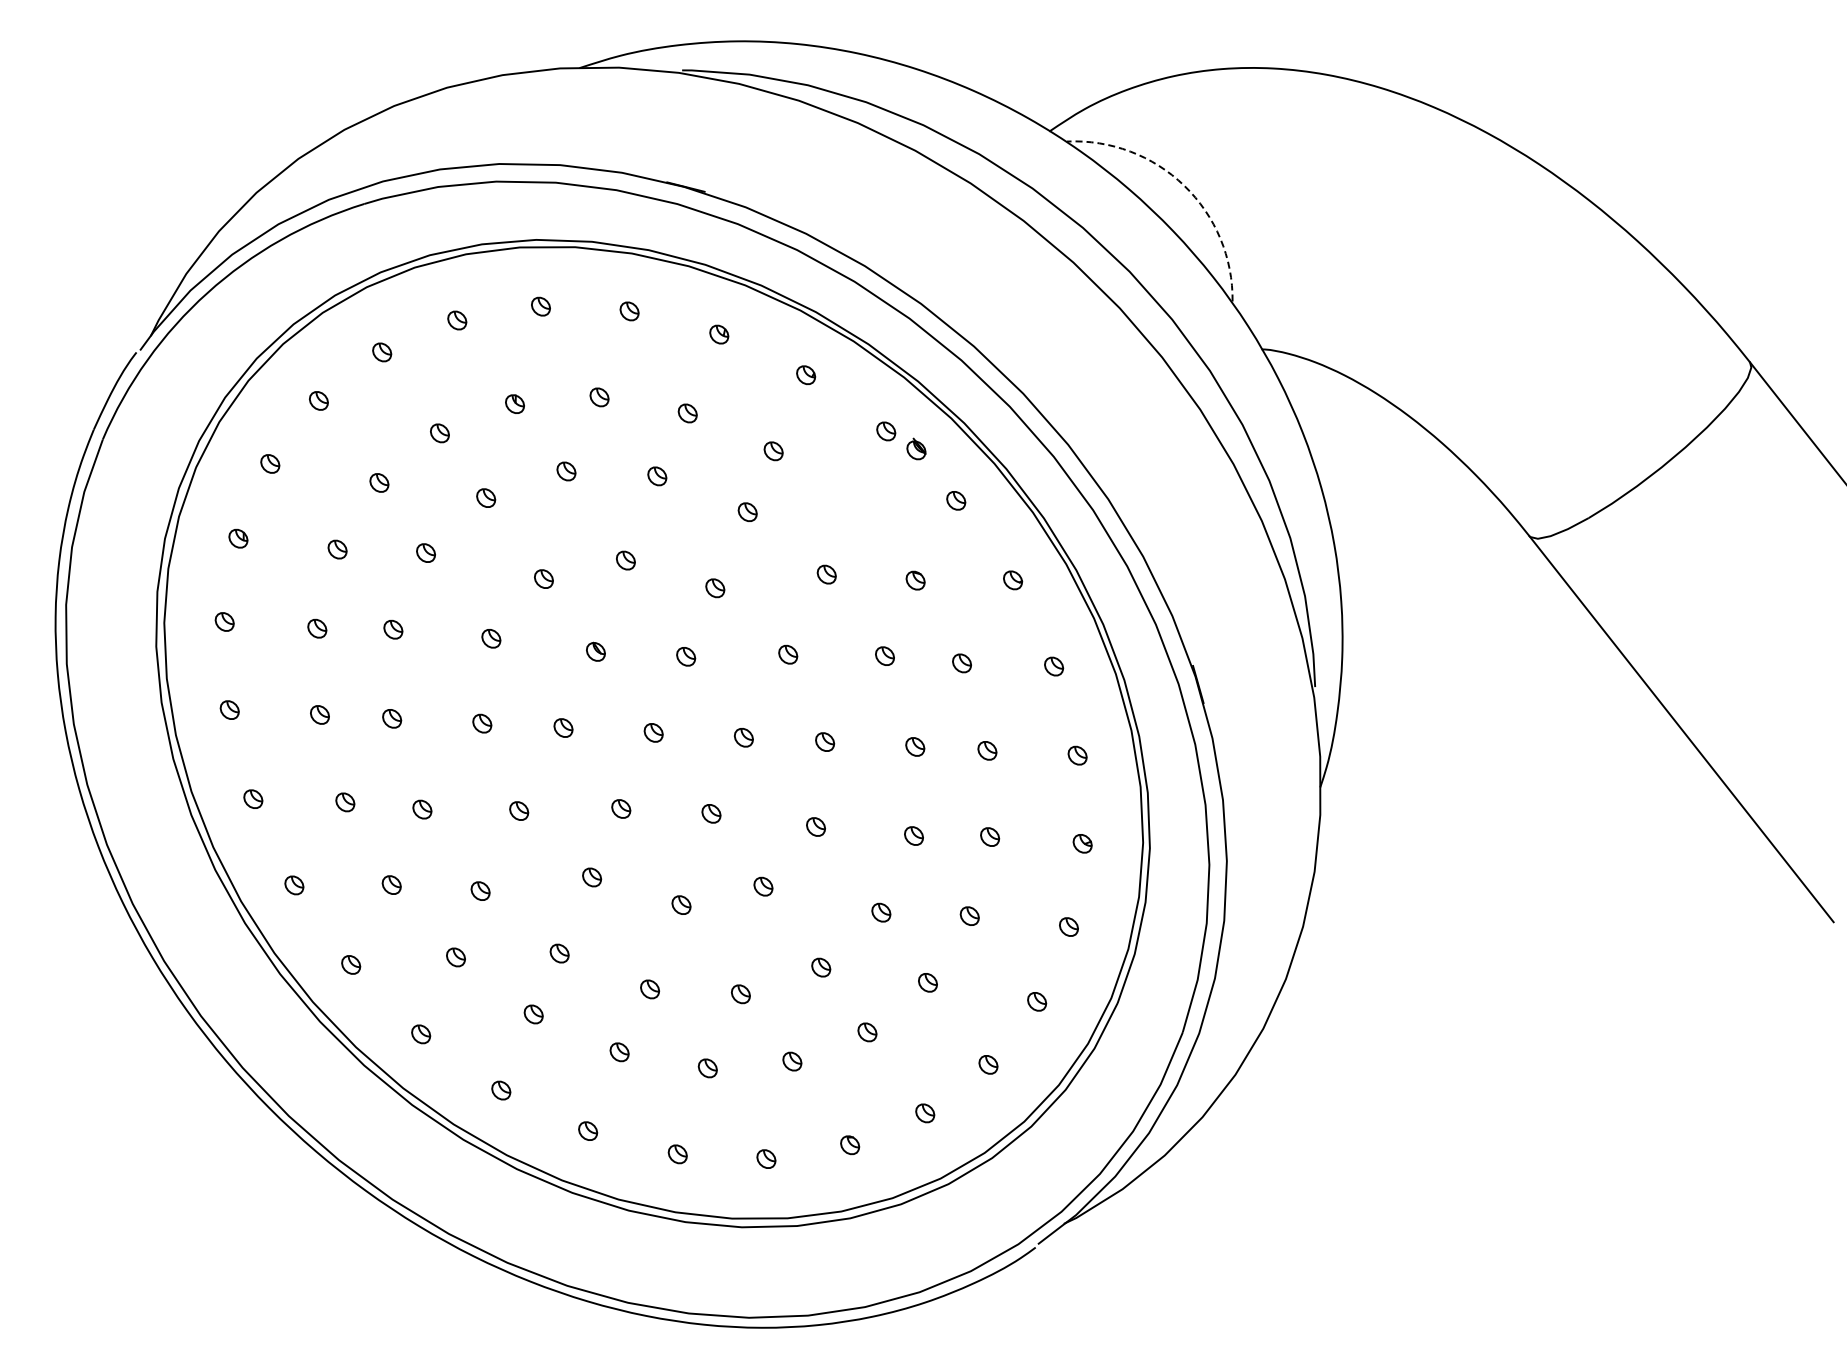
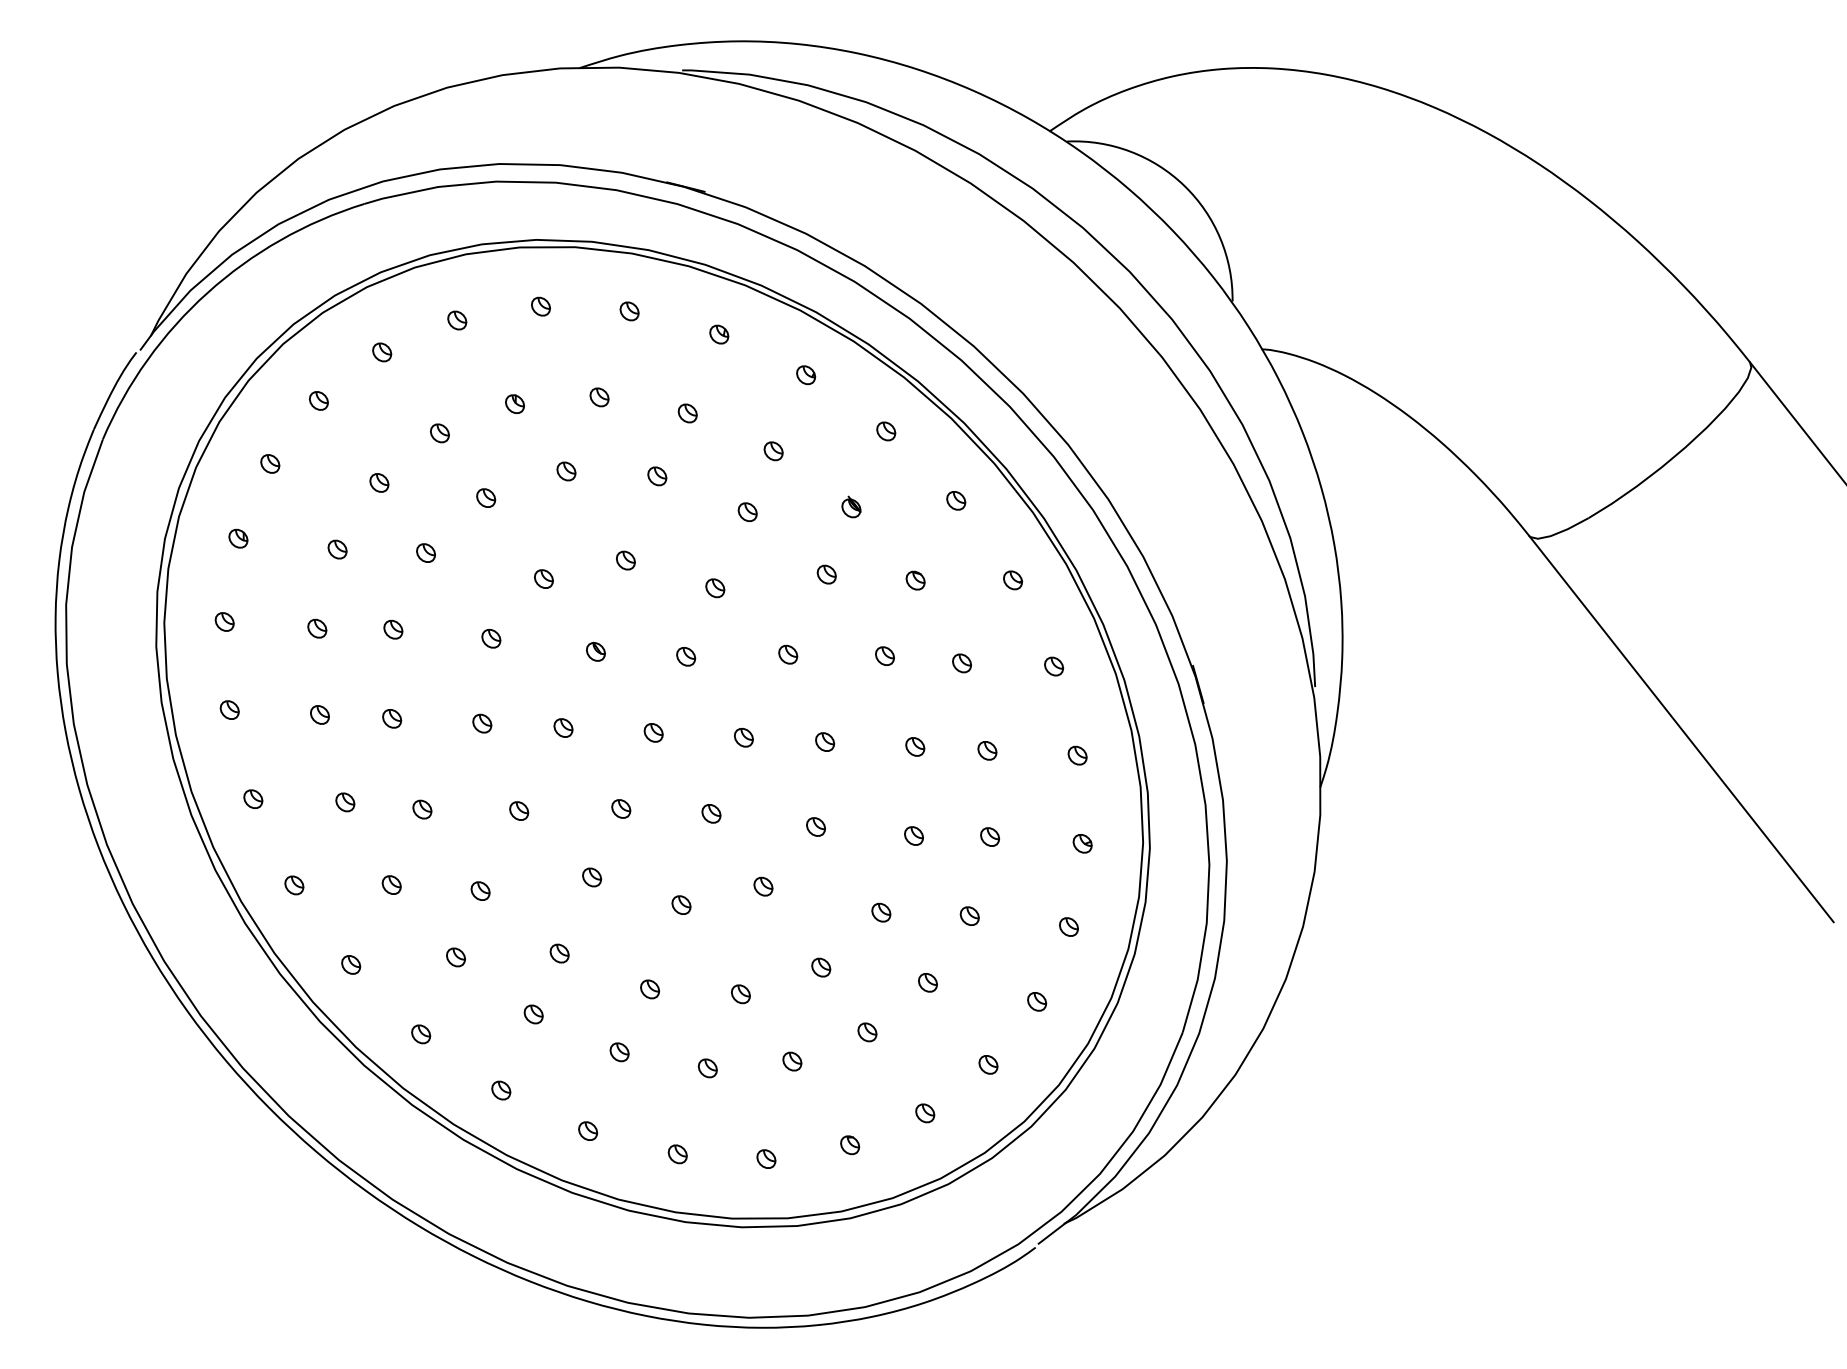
arc at (1184, 185): dashed -> solid
part at (916, 448) position: (916, 448) -> (851, 506)
